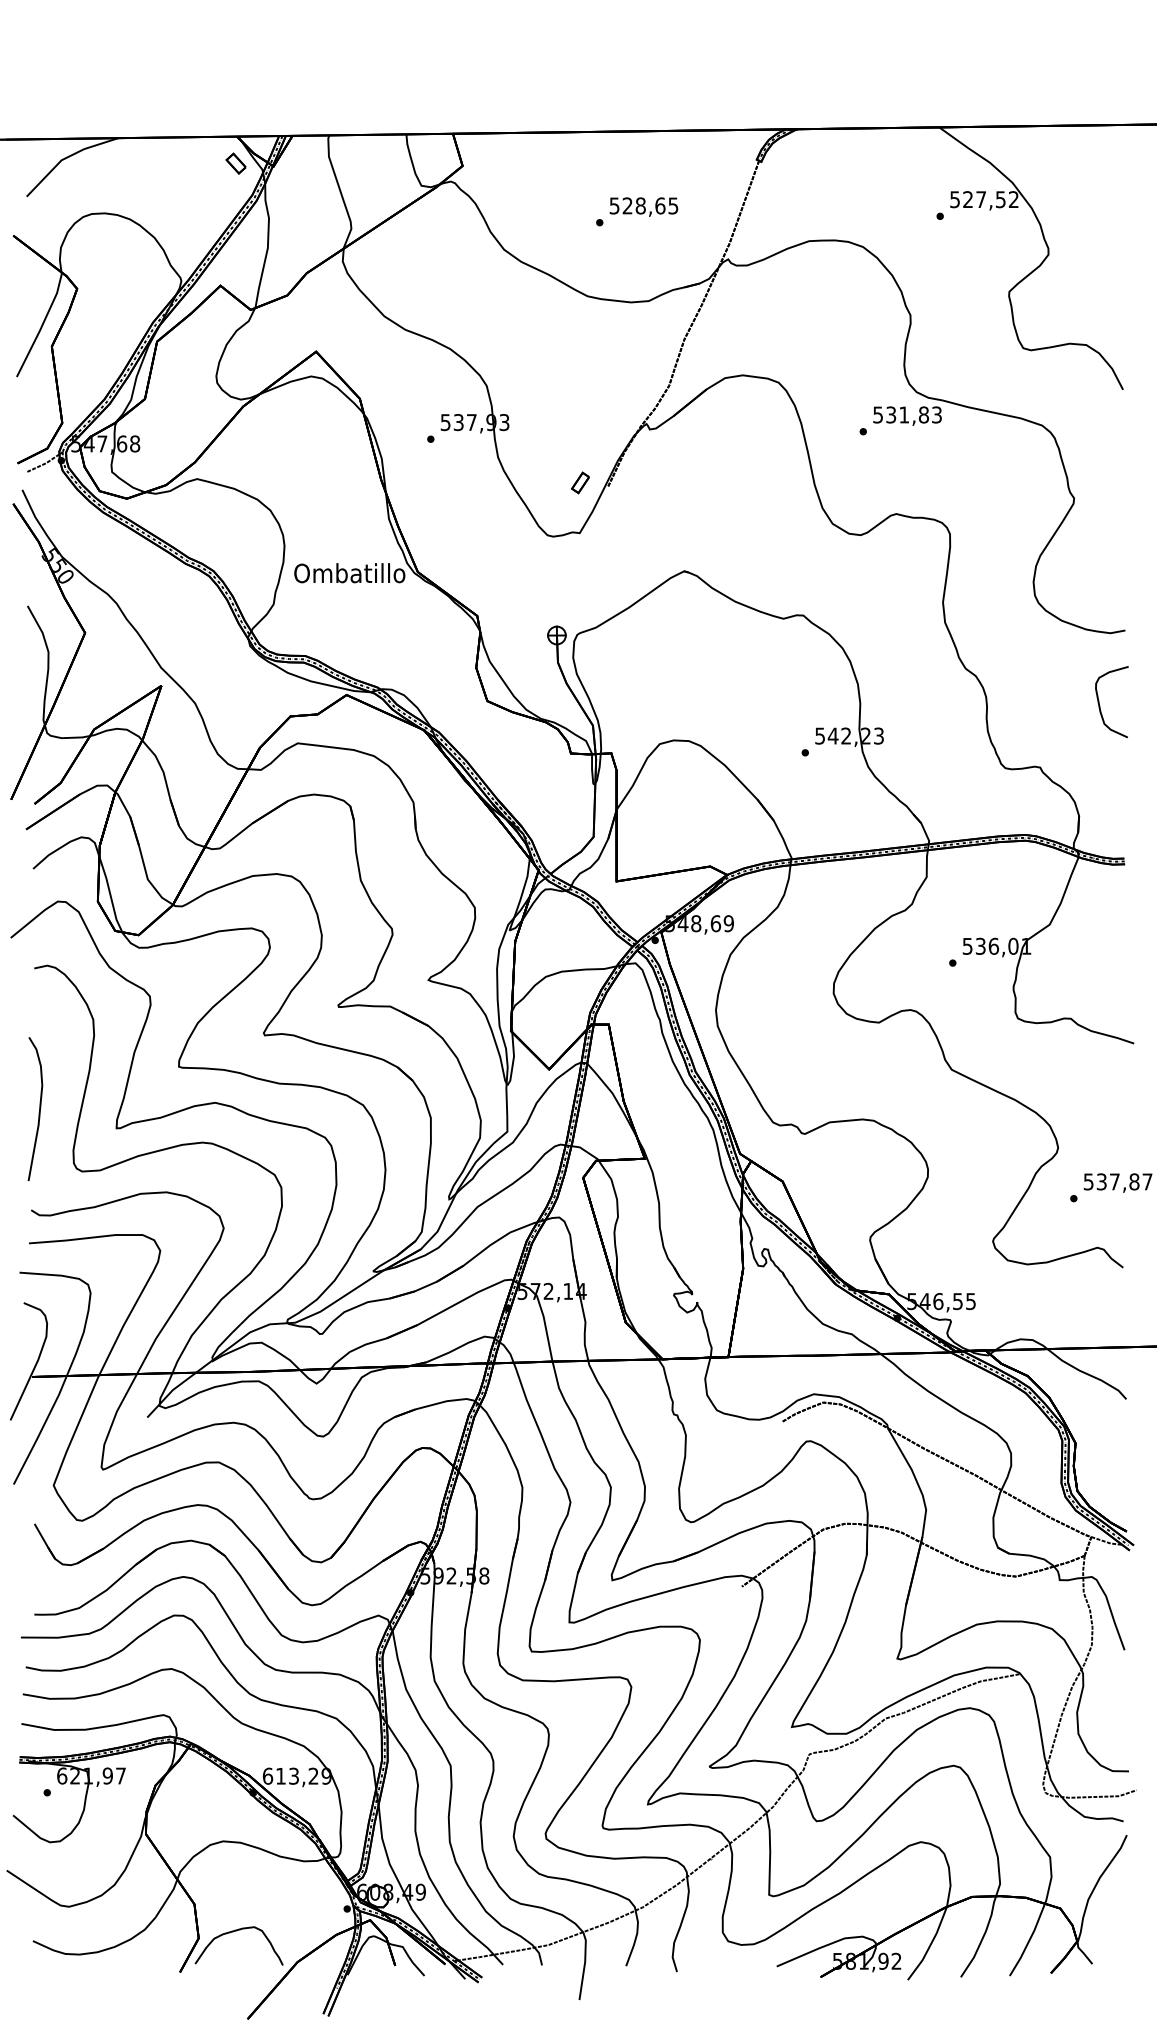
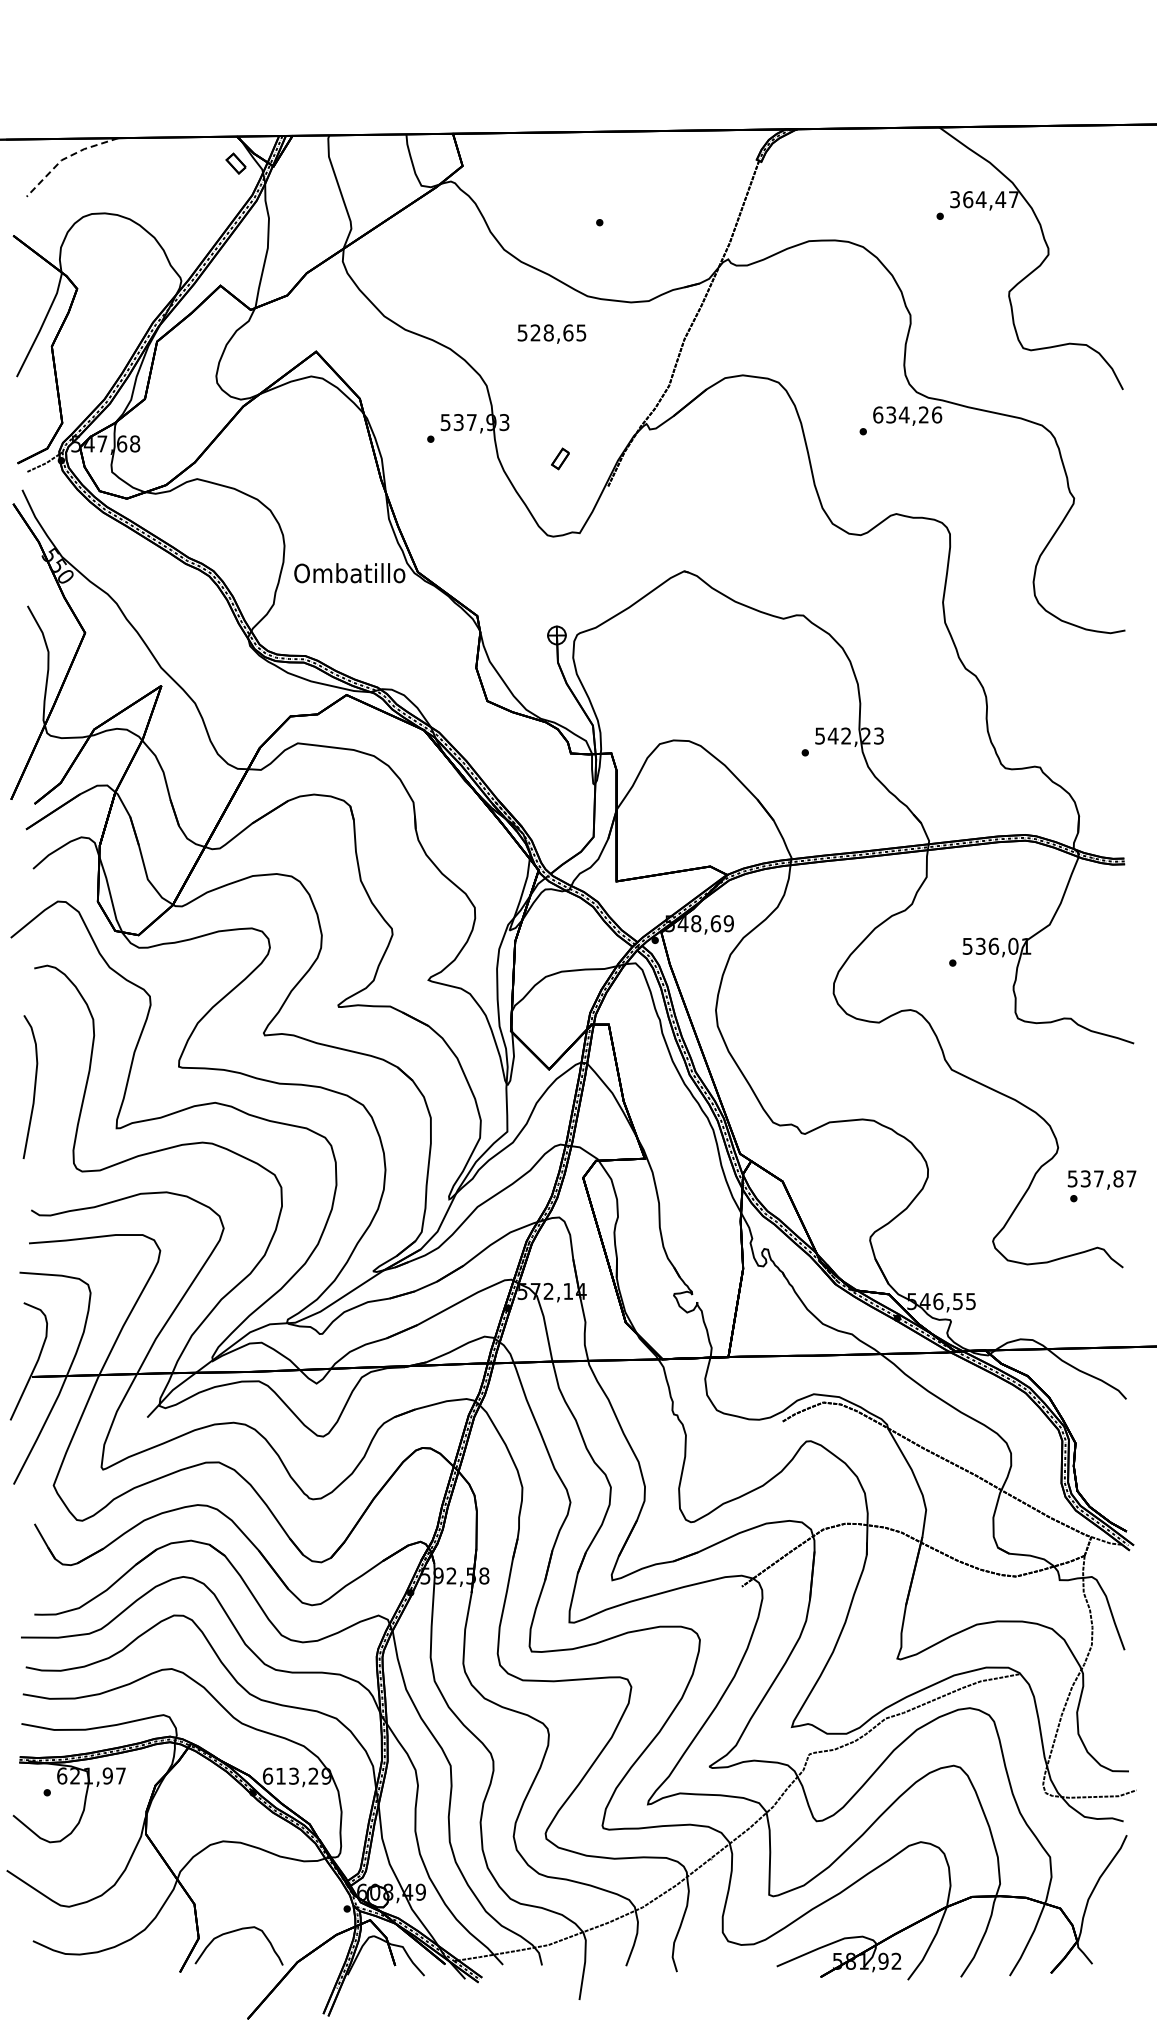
line at (65, 158): solid -> dashed
text at (984, 199): 527,52 -> 364,47
text at (643, 206) position: (643, 206) -> (551, 333)
text at (907, 414): 531,83 -> 634,26
part at (580, 482) position: (580, 482) -> (560, 458)
curve at (1100, 705): present -> none
curve at (39, 1109) position: (39, 1109) -> (34, 1087)
text at (1117, 1182) position: (1117, 1182) -> (1101, 1179)
